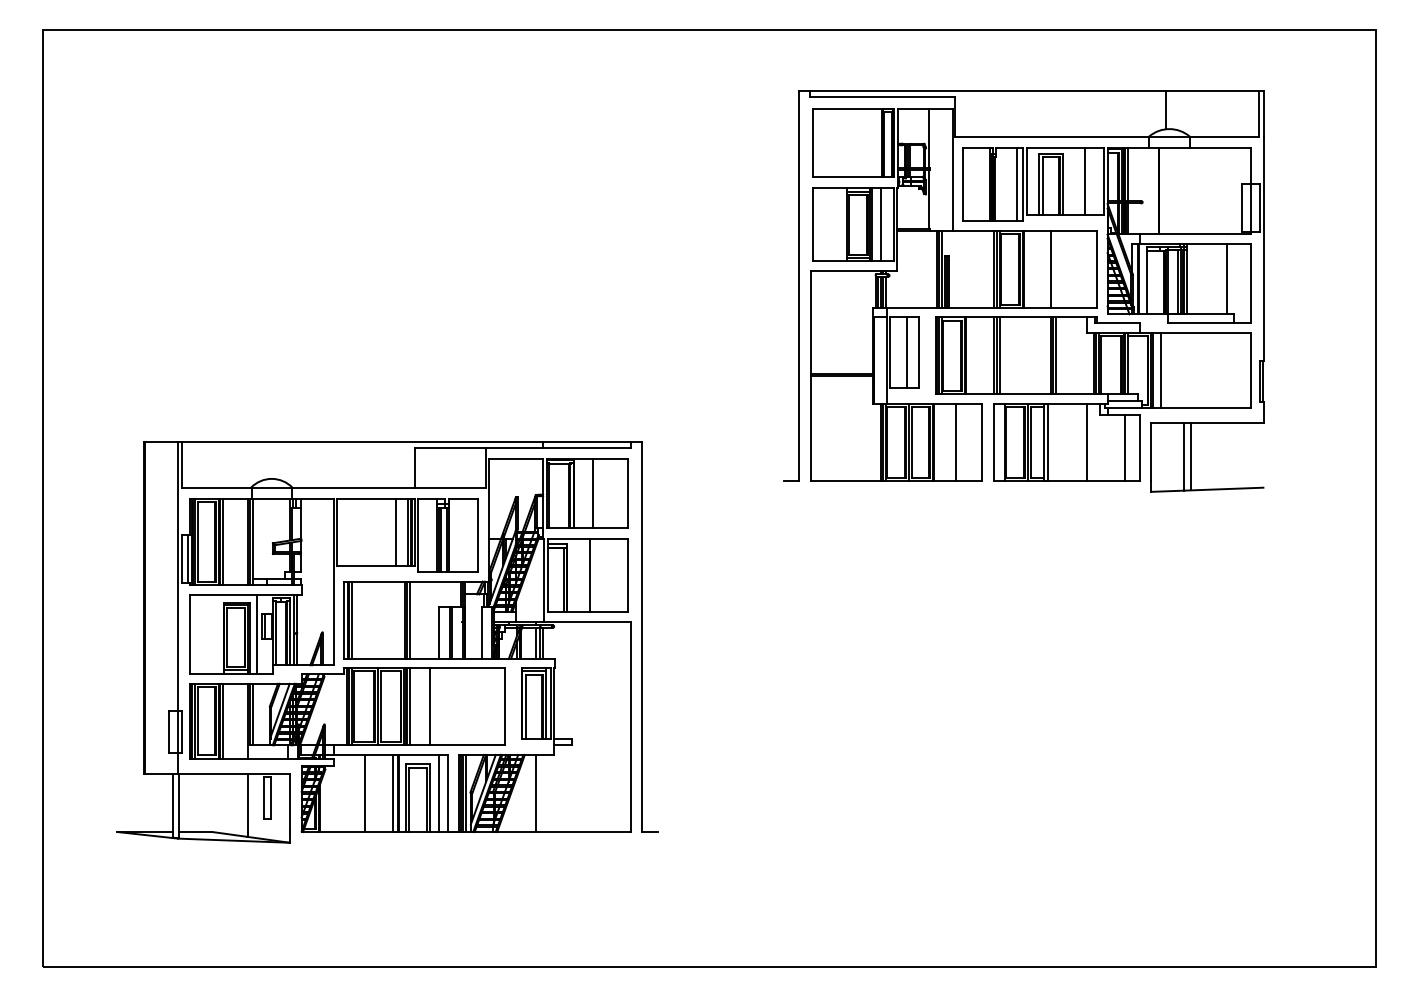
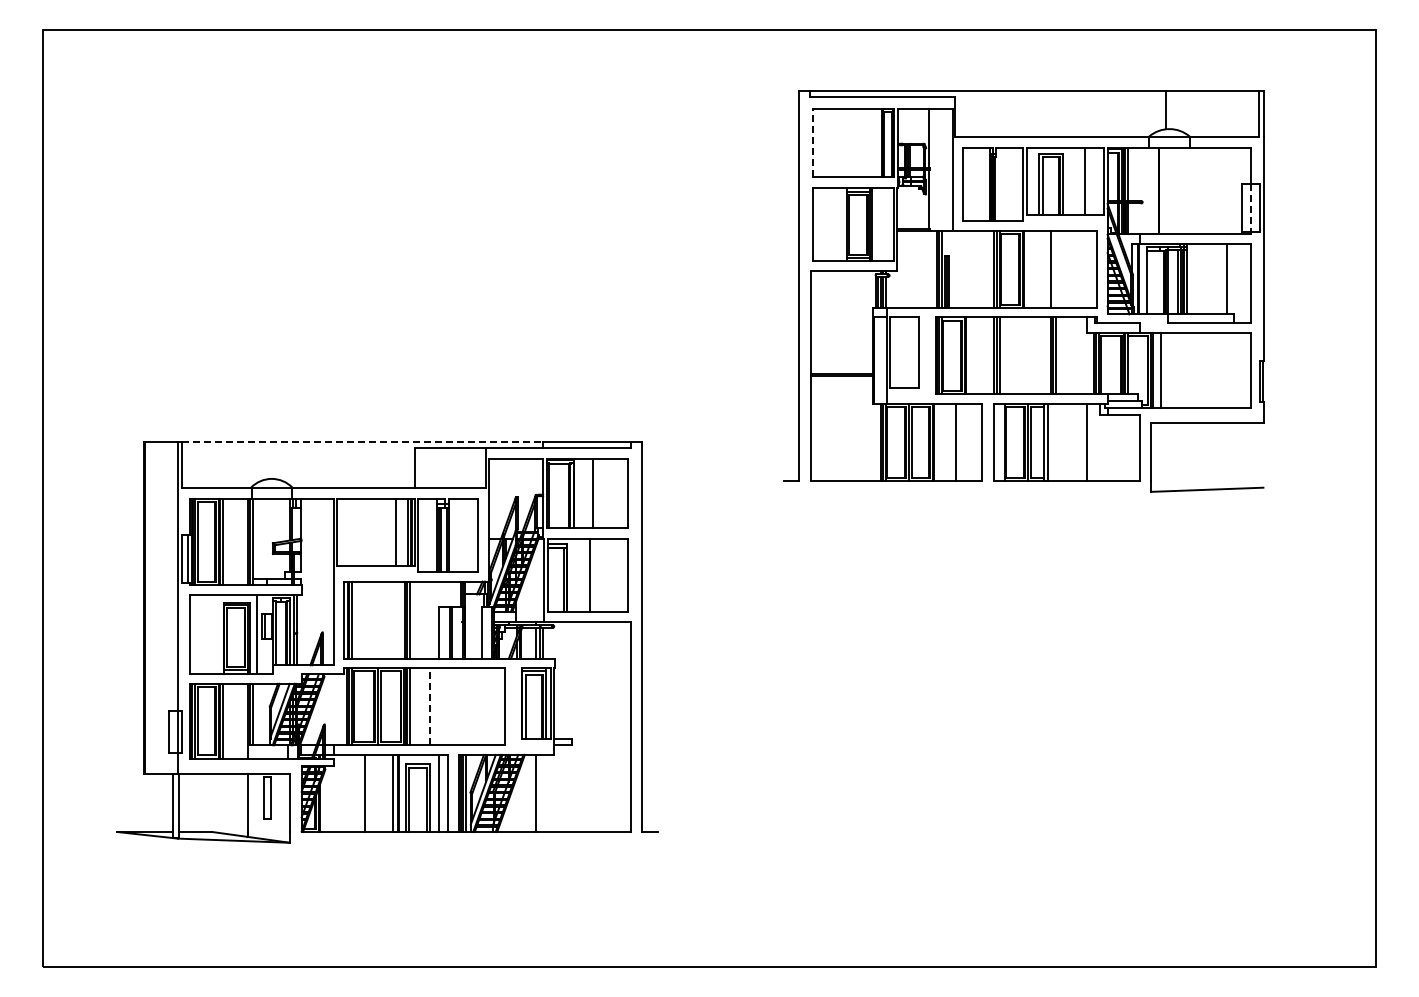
line at (813, 142): solid -> dashed
line at (1016, 184): present -> none
line at (1251, 208): solid -> dashed
line at (881, 224): present -> none
line at (907, 352): present -> none
line at (363, 441): solid -> dashed
line at (1124, 448): present -> none
line at (1184, 456): present -> none
line at (1190, 456): present -> none
line at (429, 706): solid -> dashed
